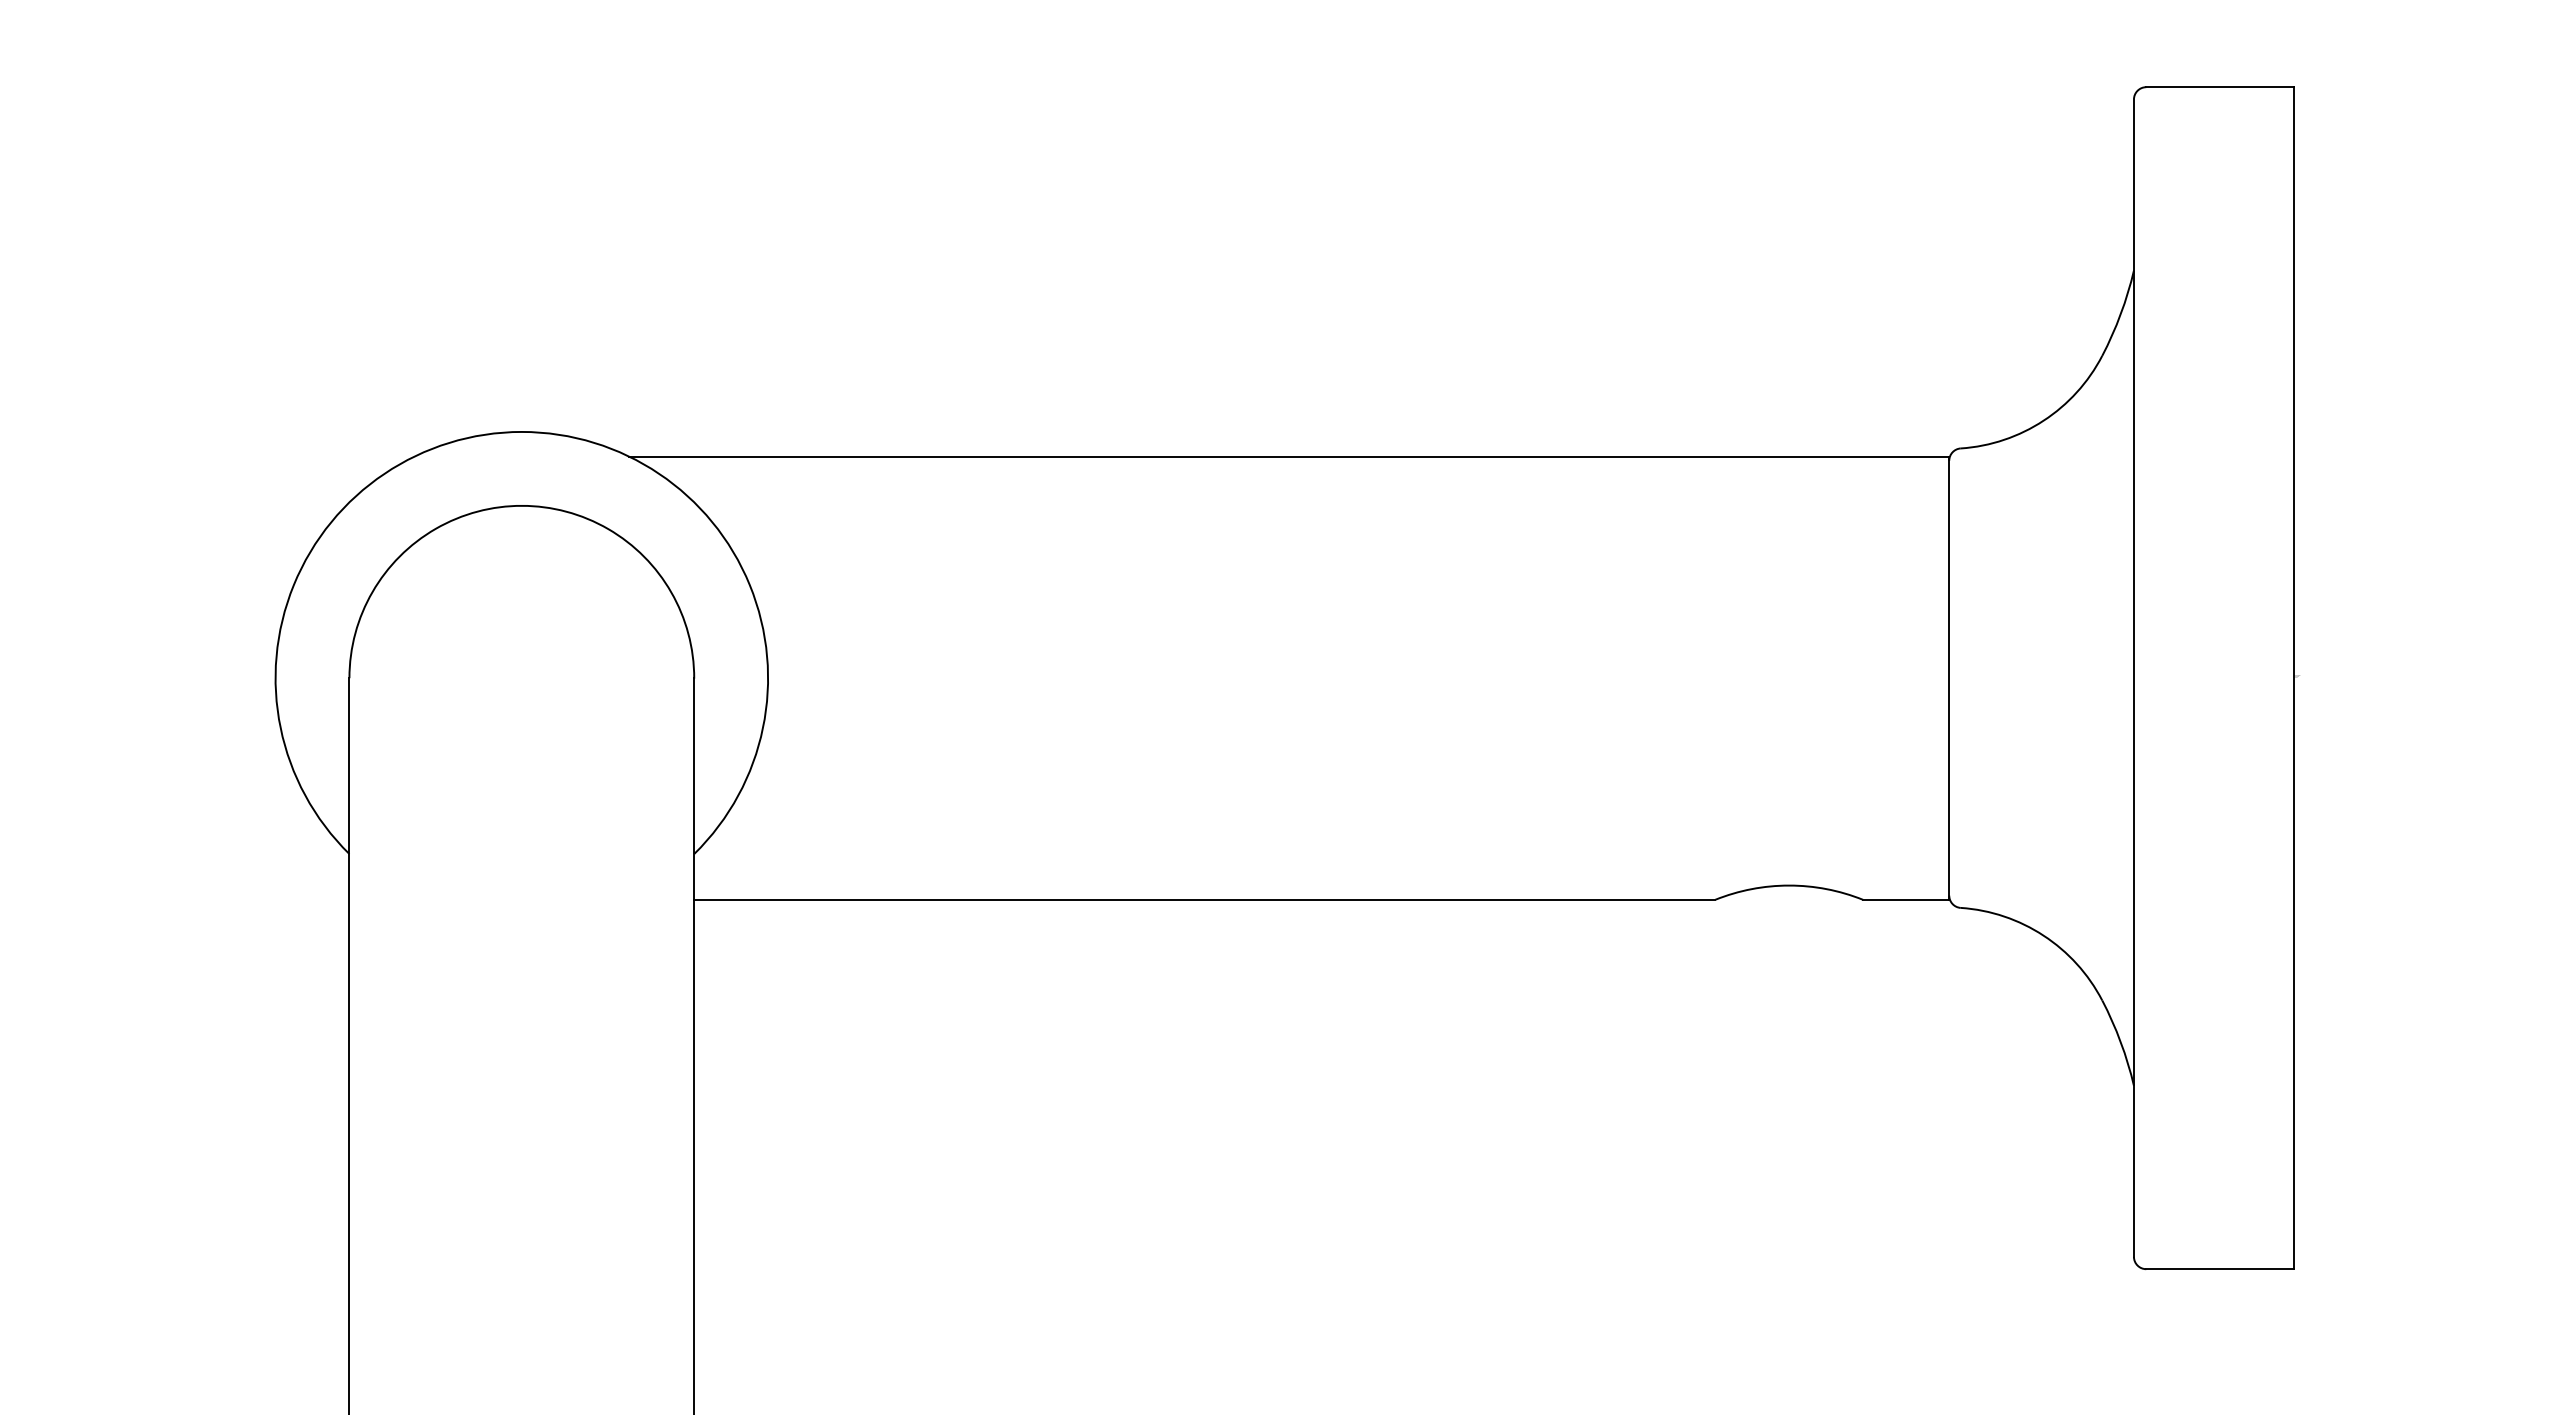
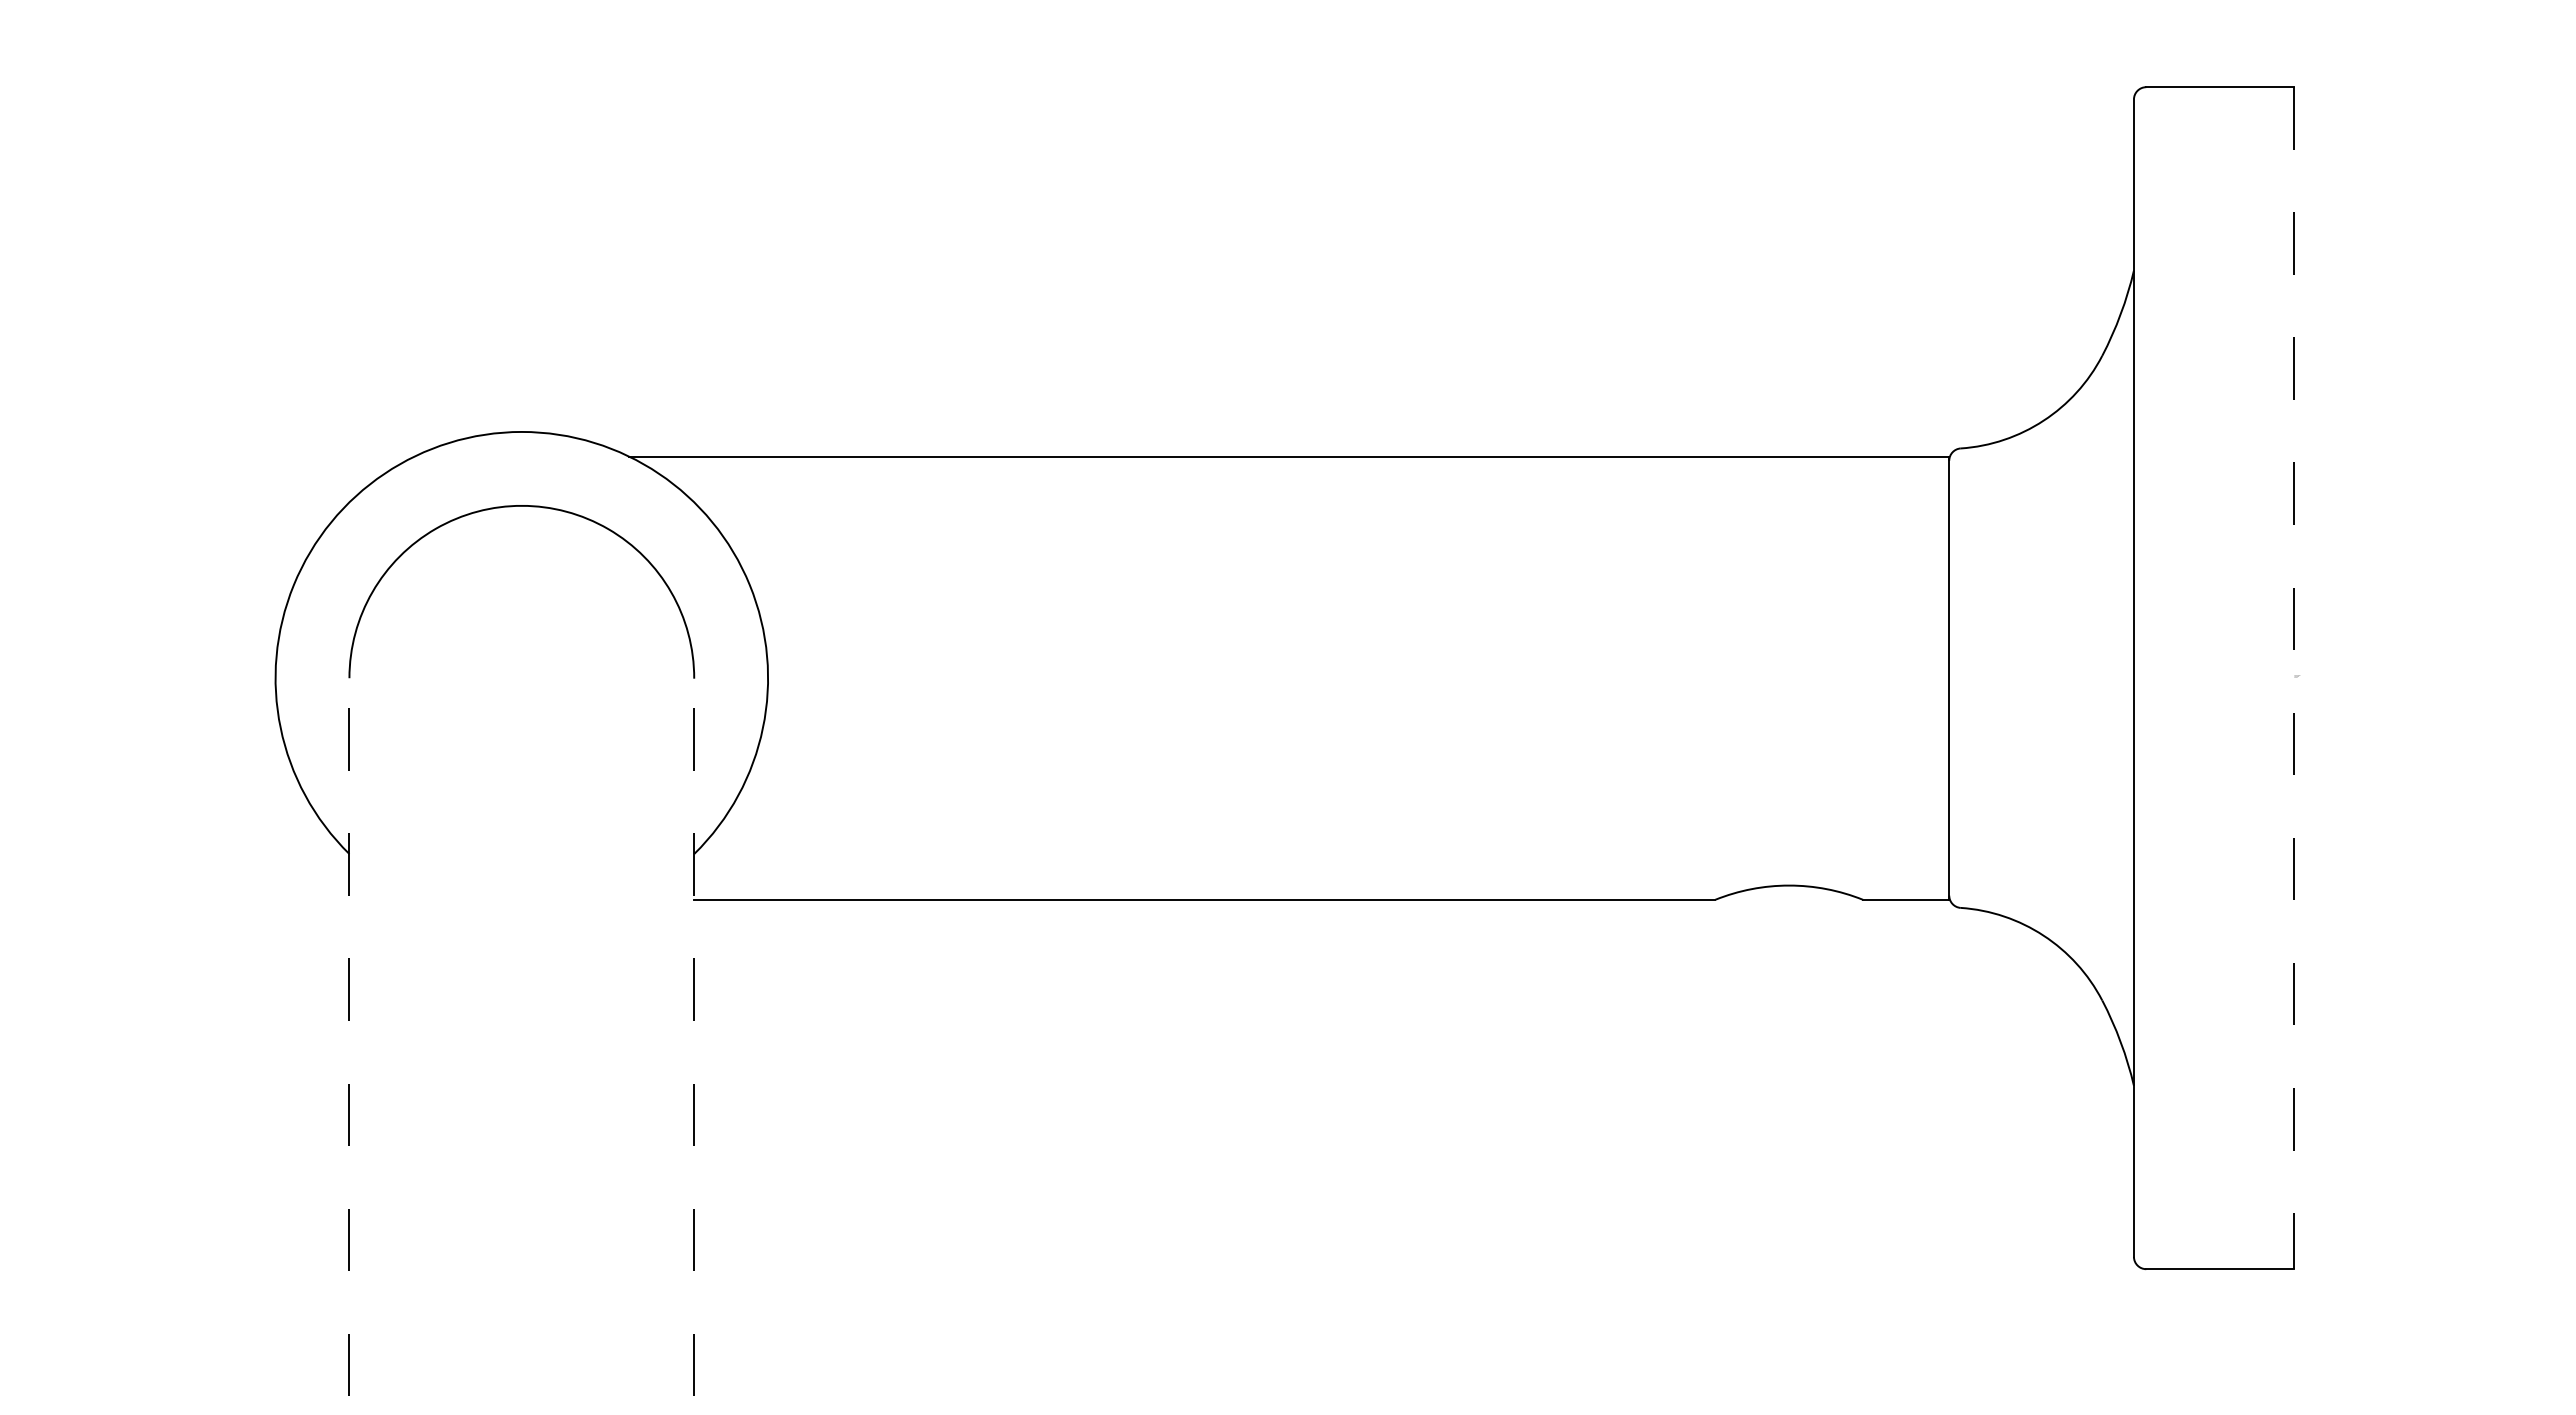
line at (2294, 678): solid -> dashed
line at (349, 1046): solid -> dashed
line at (694, 1046): solid -> dashed
